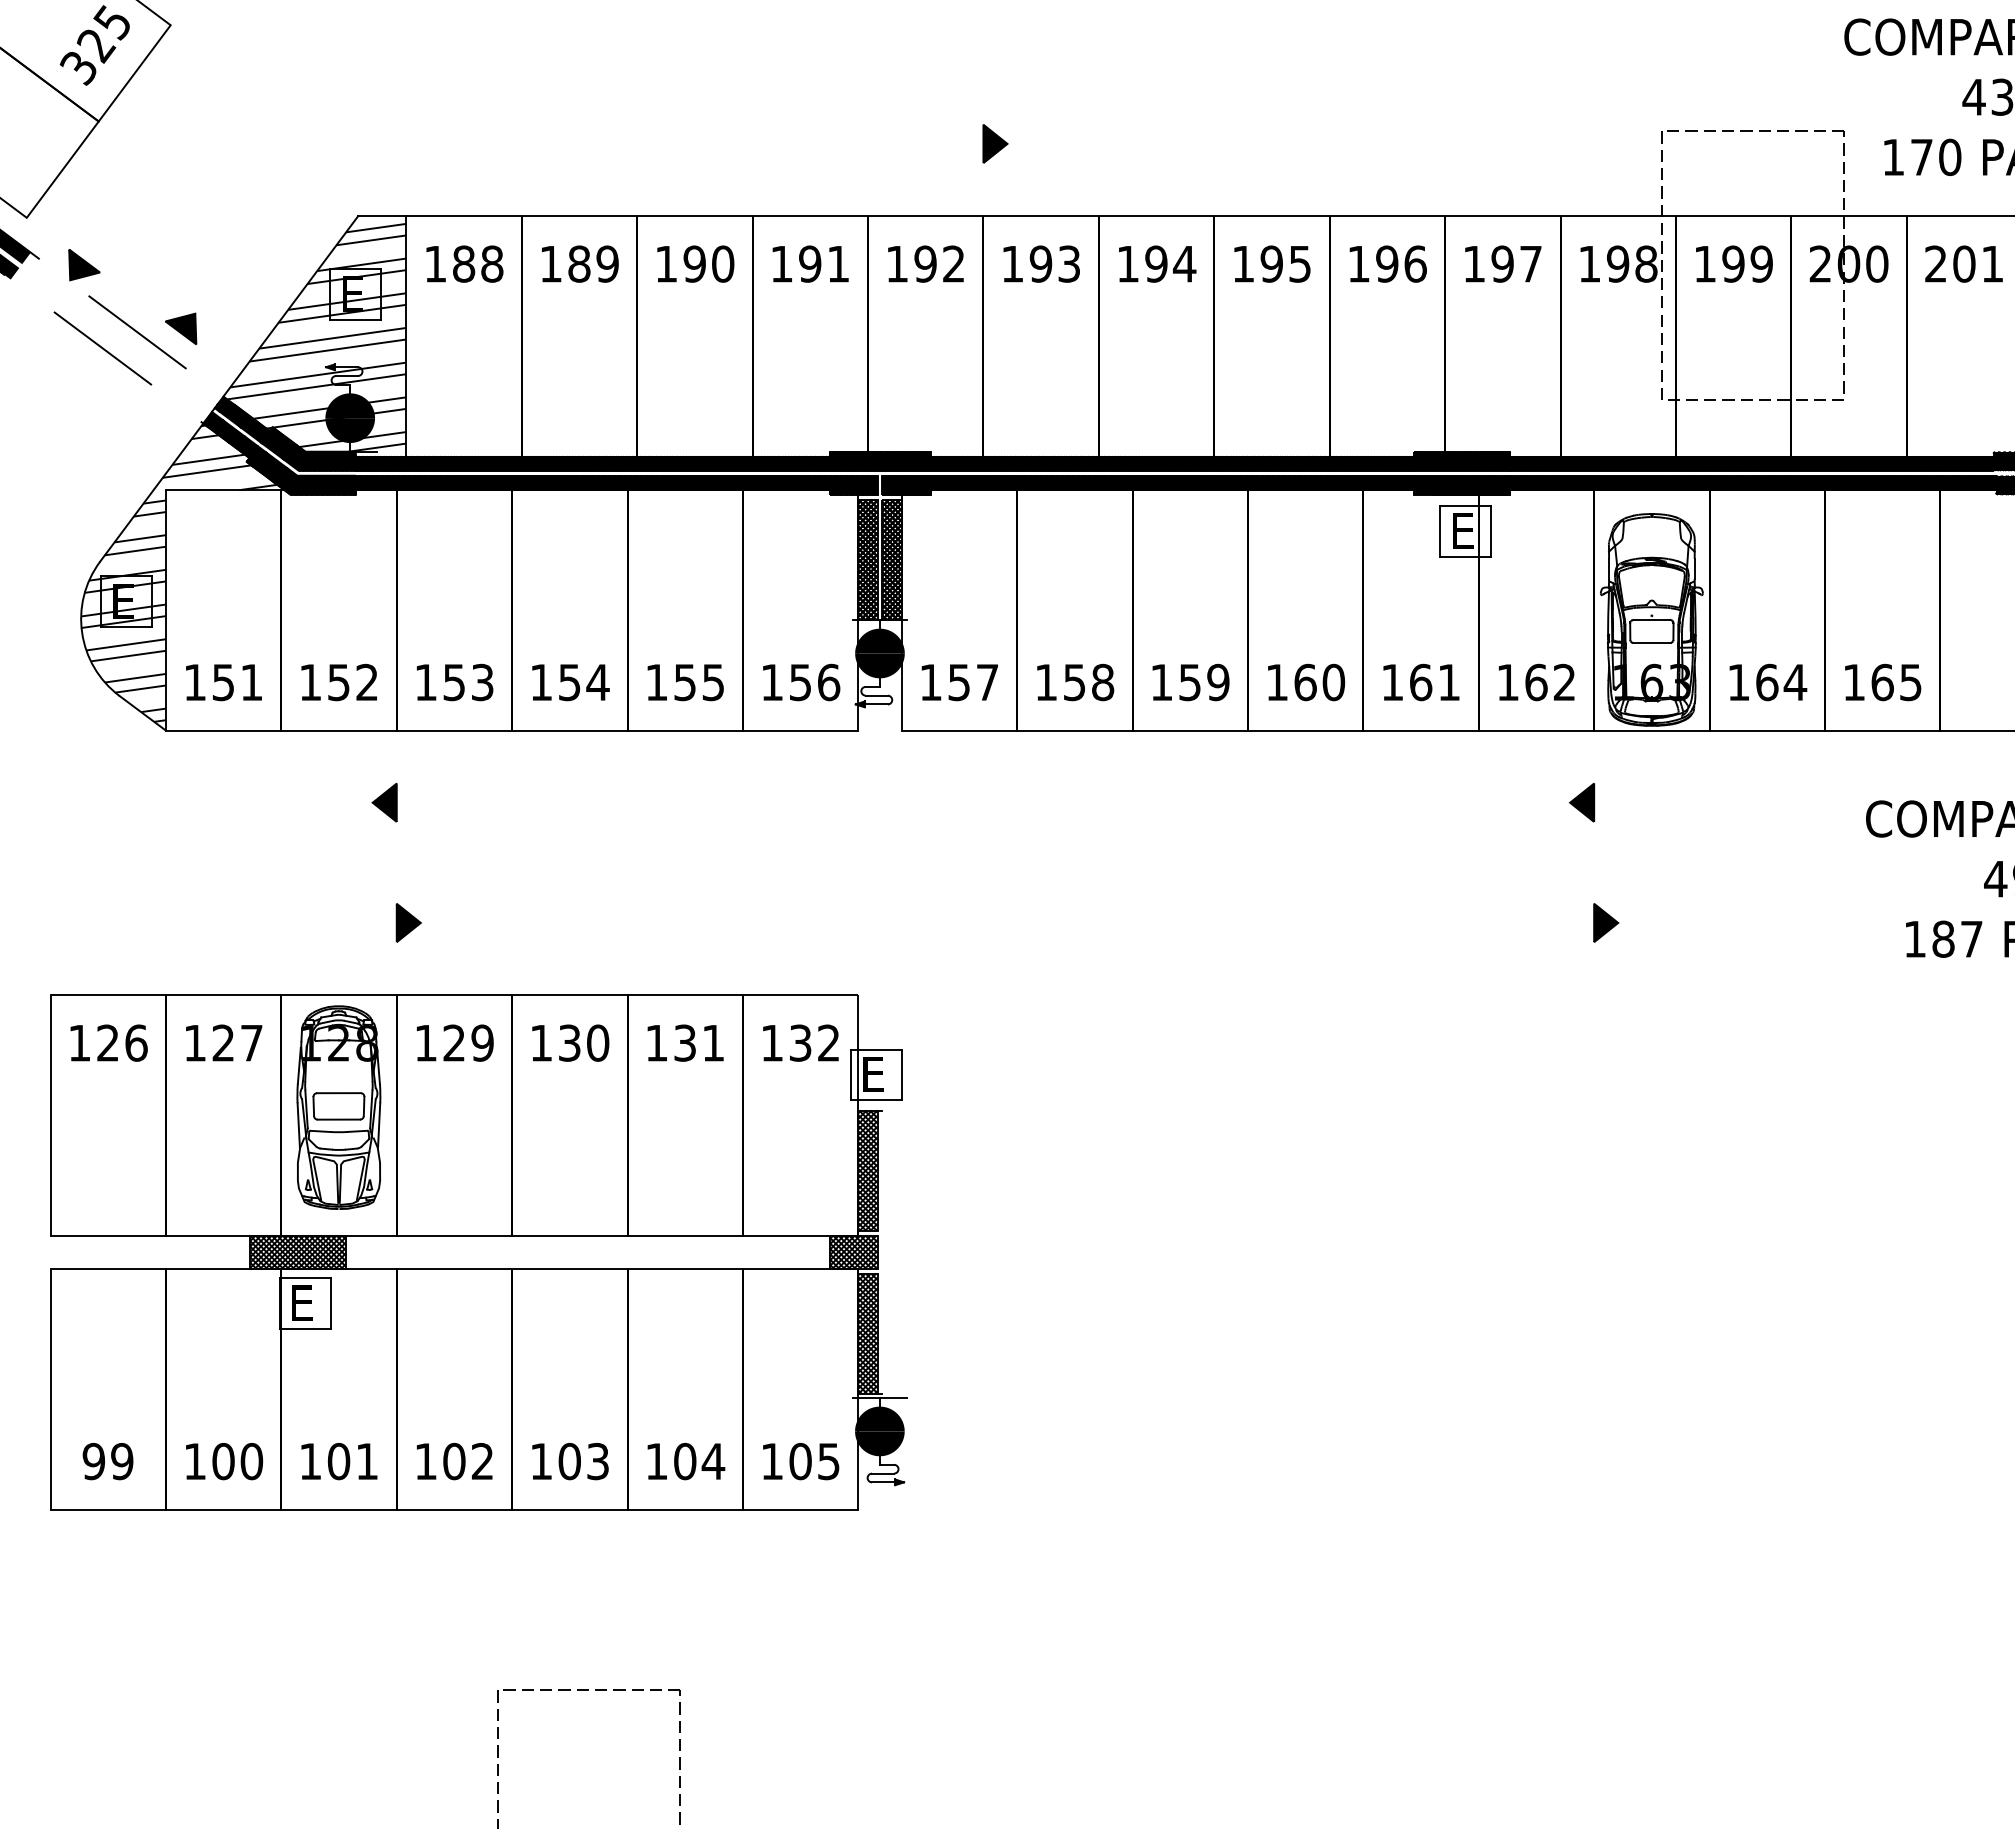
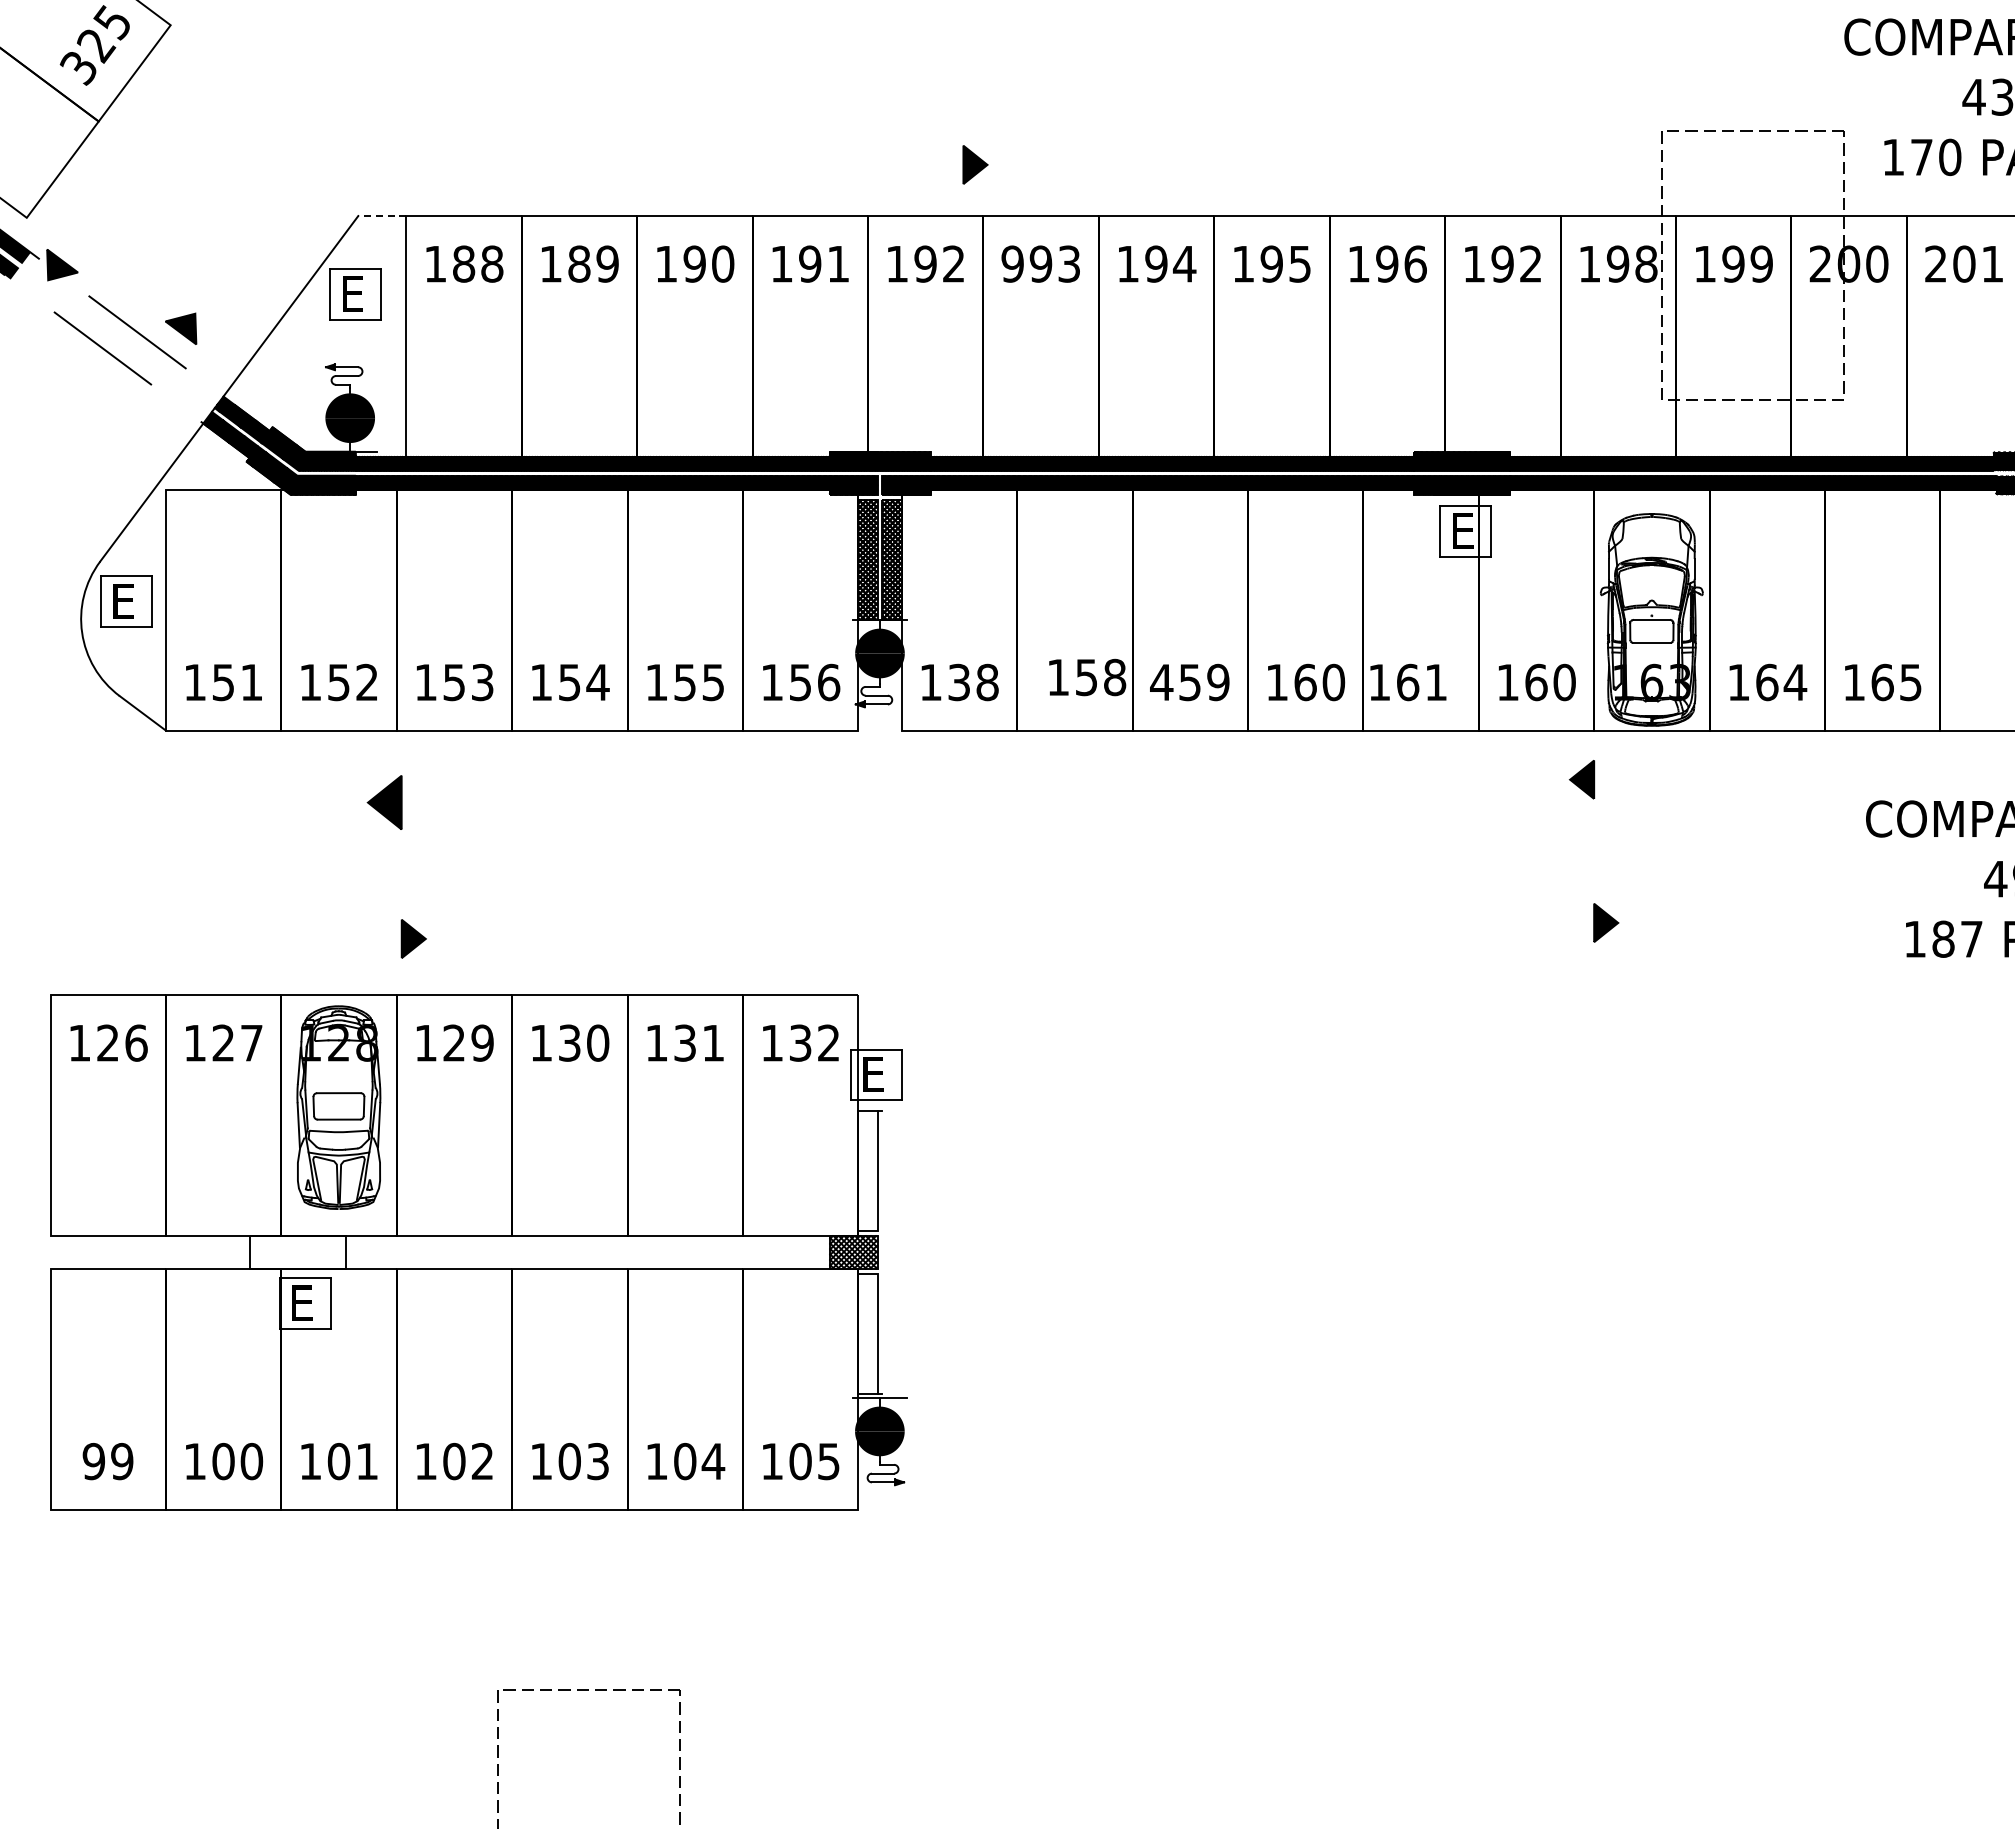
part at (995, 143) position: (995, 143) -> (975, 164)
line at (381, 216): solid -> dashed
text at (1012, 263): 193 -> 993
text at (1530, 263): 197 -> 192
part at (84, 265) position: (84, 265) -> (62, 265)
hatch at (316, 337): present -> none
hatch at (179, 573): present -> none
text at (973, 682): 157 -> 138
text at (1075, 682) position: (1075, 682) -> (1087, 677)
text at (1161, 682): 159 -> 459
text at (1421, 682) position: (1421, 682) -> (1408, 682)
text at (1564, 682): 162 -> 160
part at (384, 802) size: 27x40 px -> 37x55 px
part at (1581, 802) position: (1581, 802) -> (1581, 779)
part at (408, 922) position: (408, 922) -> (413, 938)
hatch at (867, 1170): present -> none
hatch at (298, 1252): present -> none
hatch at (867, 1334): present -> none
